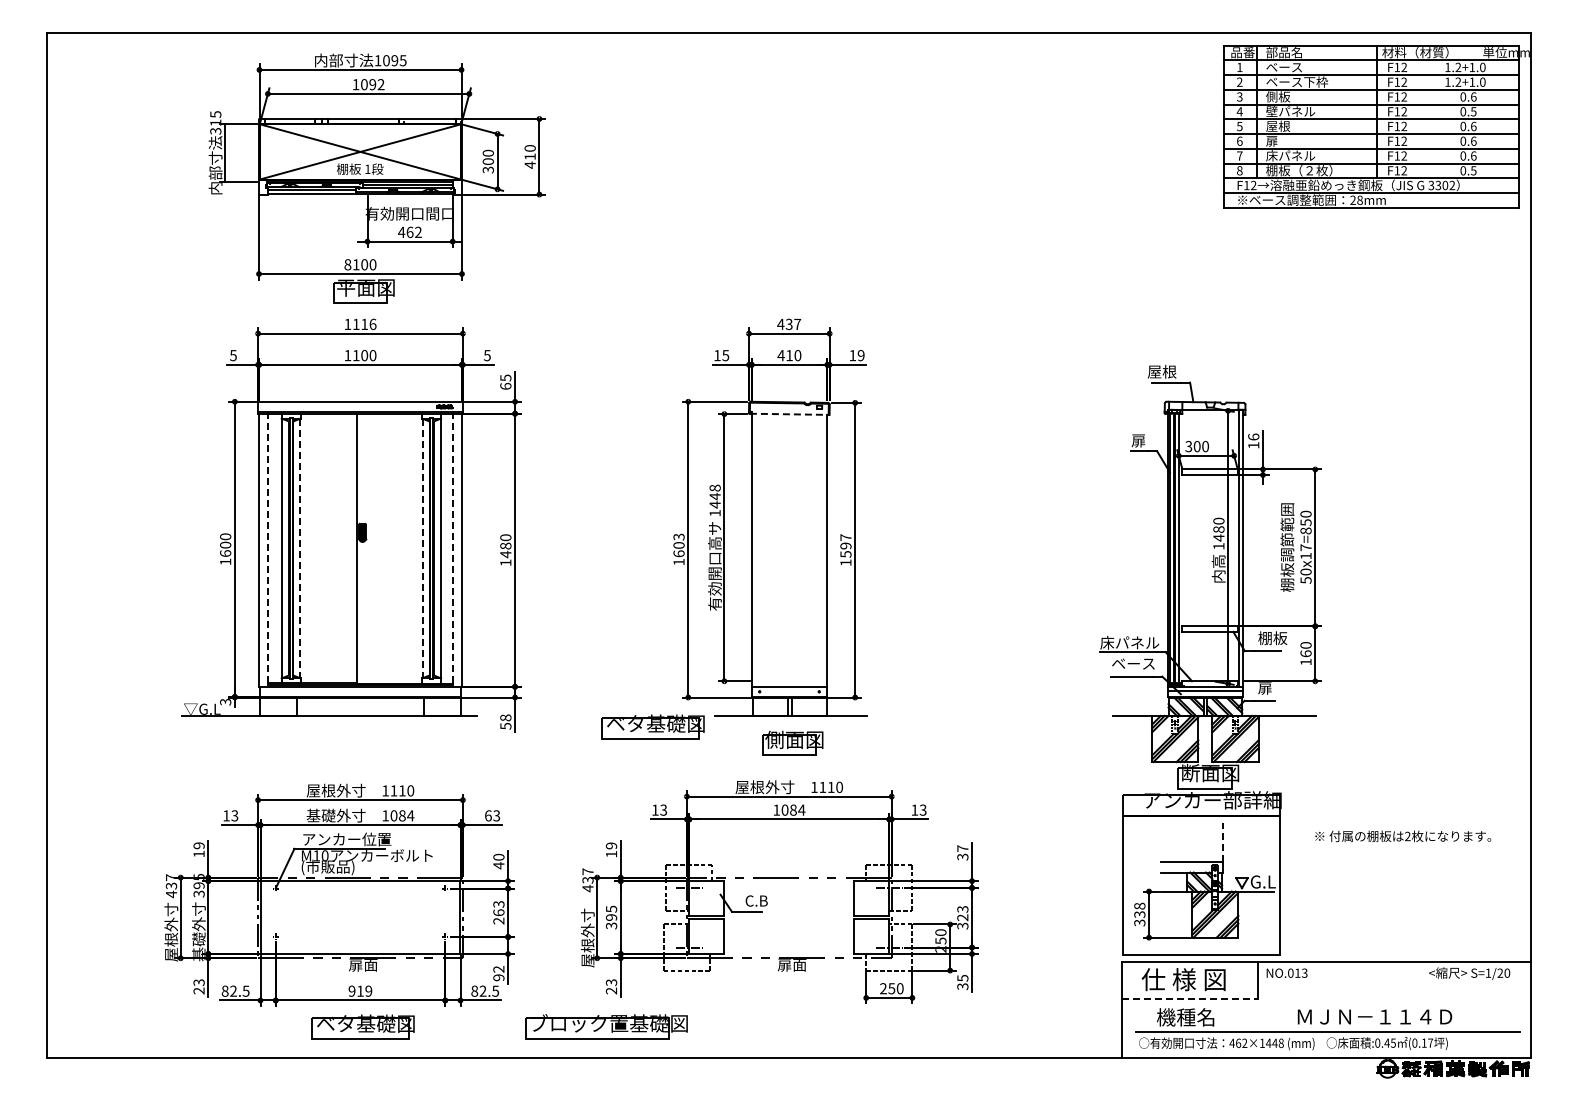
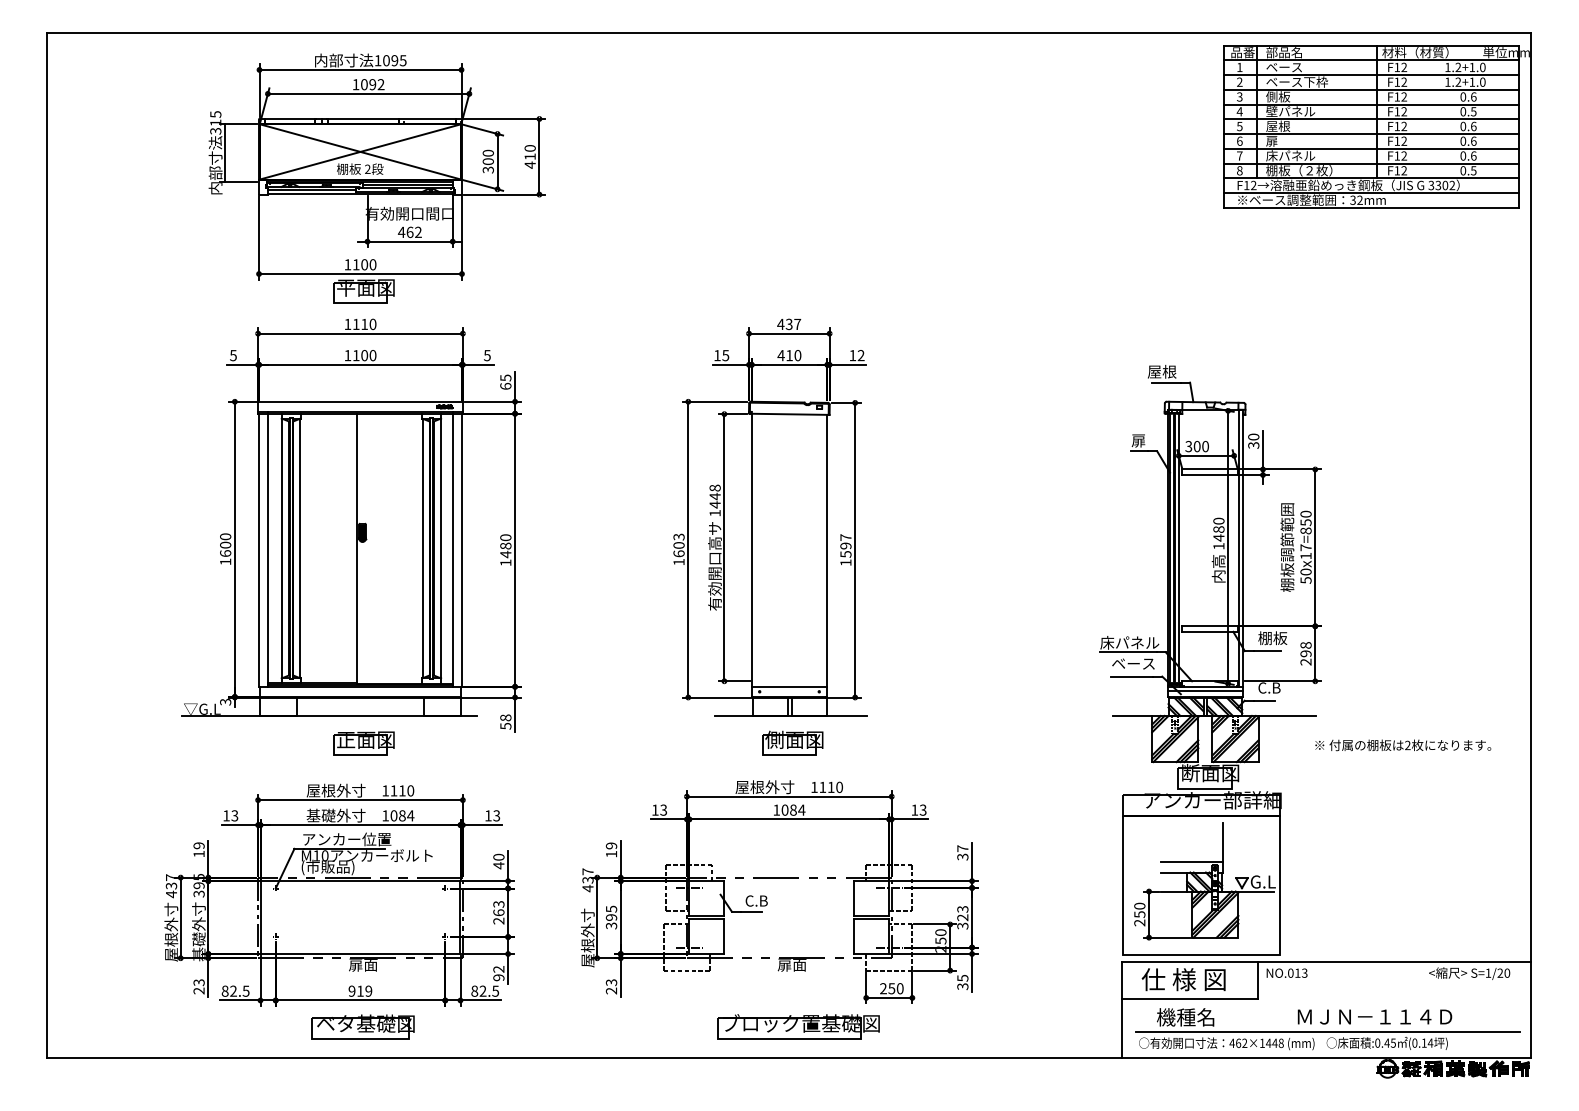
text at (367, 168): 1 -> 2
text at (1356, 199): 28mm -> 32mm
text at (347, 264): 8100 -> 1100
text at (372, 323): 1116 -> 1110
text at (860, 355): 19 -> 12
line at (789, 414): dashed -> solid
text at (1253, 440): 16 -> 30
line at (300, 548): dashed -> solid
line at (422, 548): dashed -> solid
line at (268, 549): dashed -> solid
line at (452, 549): dashed -> solid
text at (1305, 653): 160 -> 298
text at (1269, 688): 扉 -> C.B
part at (652, 726): present -> none
part at (363, 743): none -> present
text at (488, 815): 63 -> 13
text at (1403, 836) position: (1403, 836) -> (1403, 745)
line at (1223, 842): dashed -> solid
text at (1139, 914): 338 -> 250
line at (1190, 998): dashed -> solid
part at (606, 1026) position: (606, 1026) -> (798, 1026)
text at (1430, 1042): (0.17 -> (0.14
